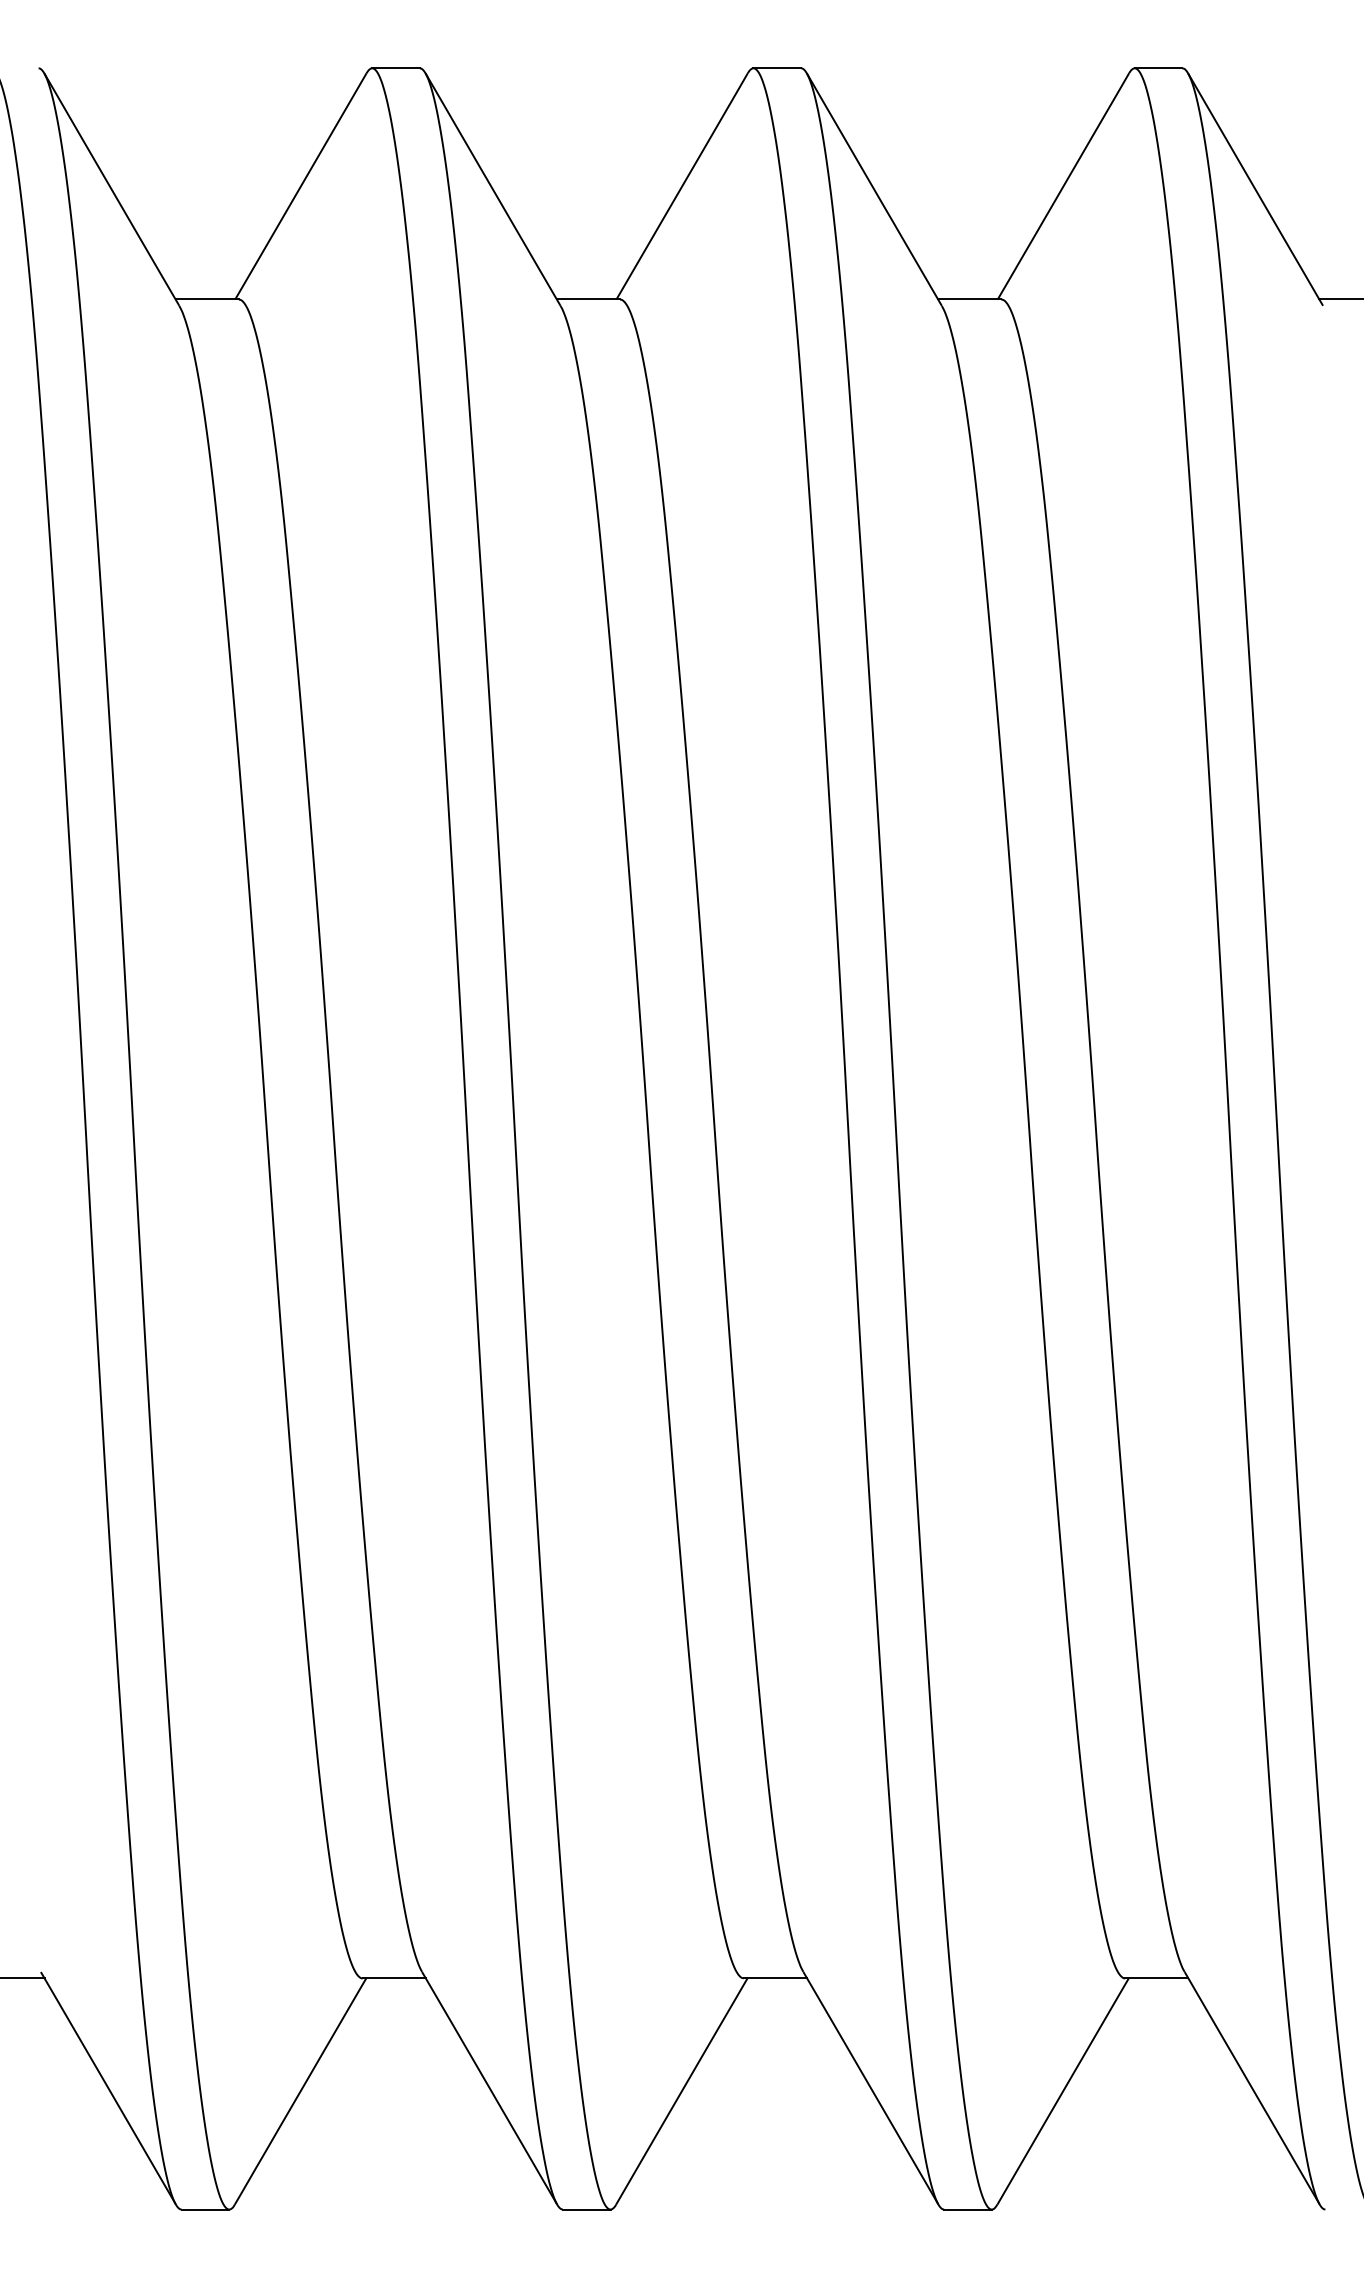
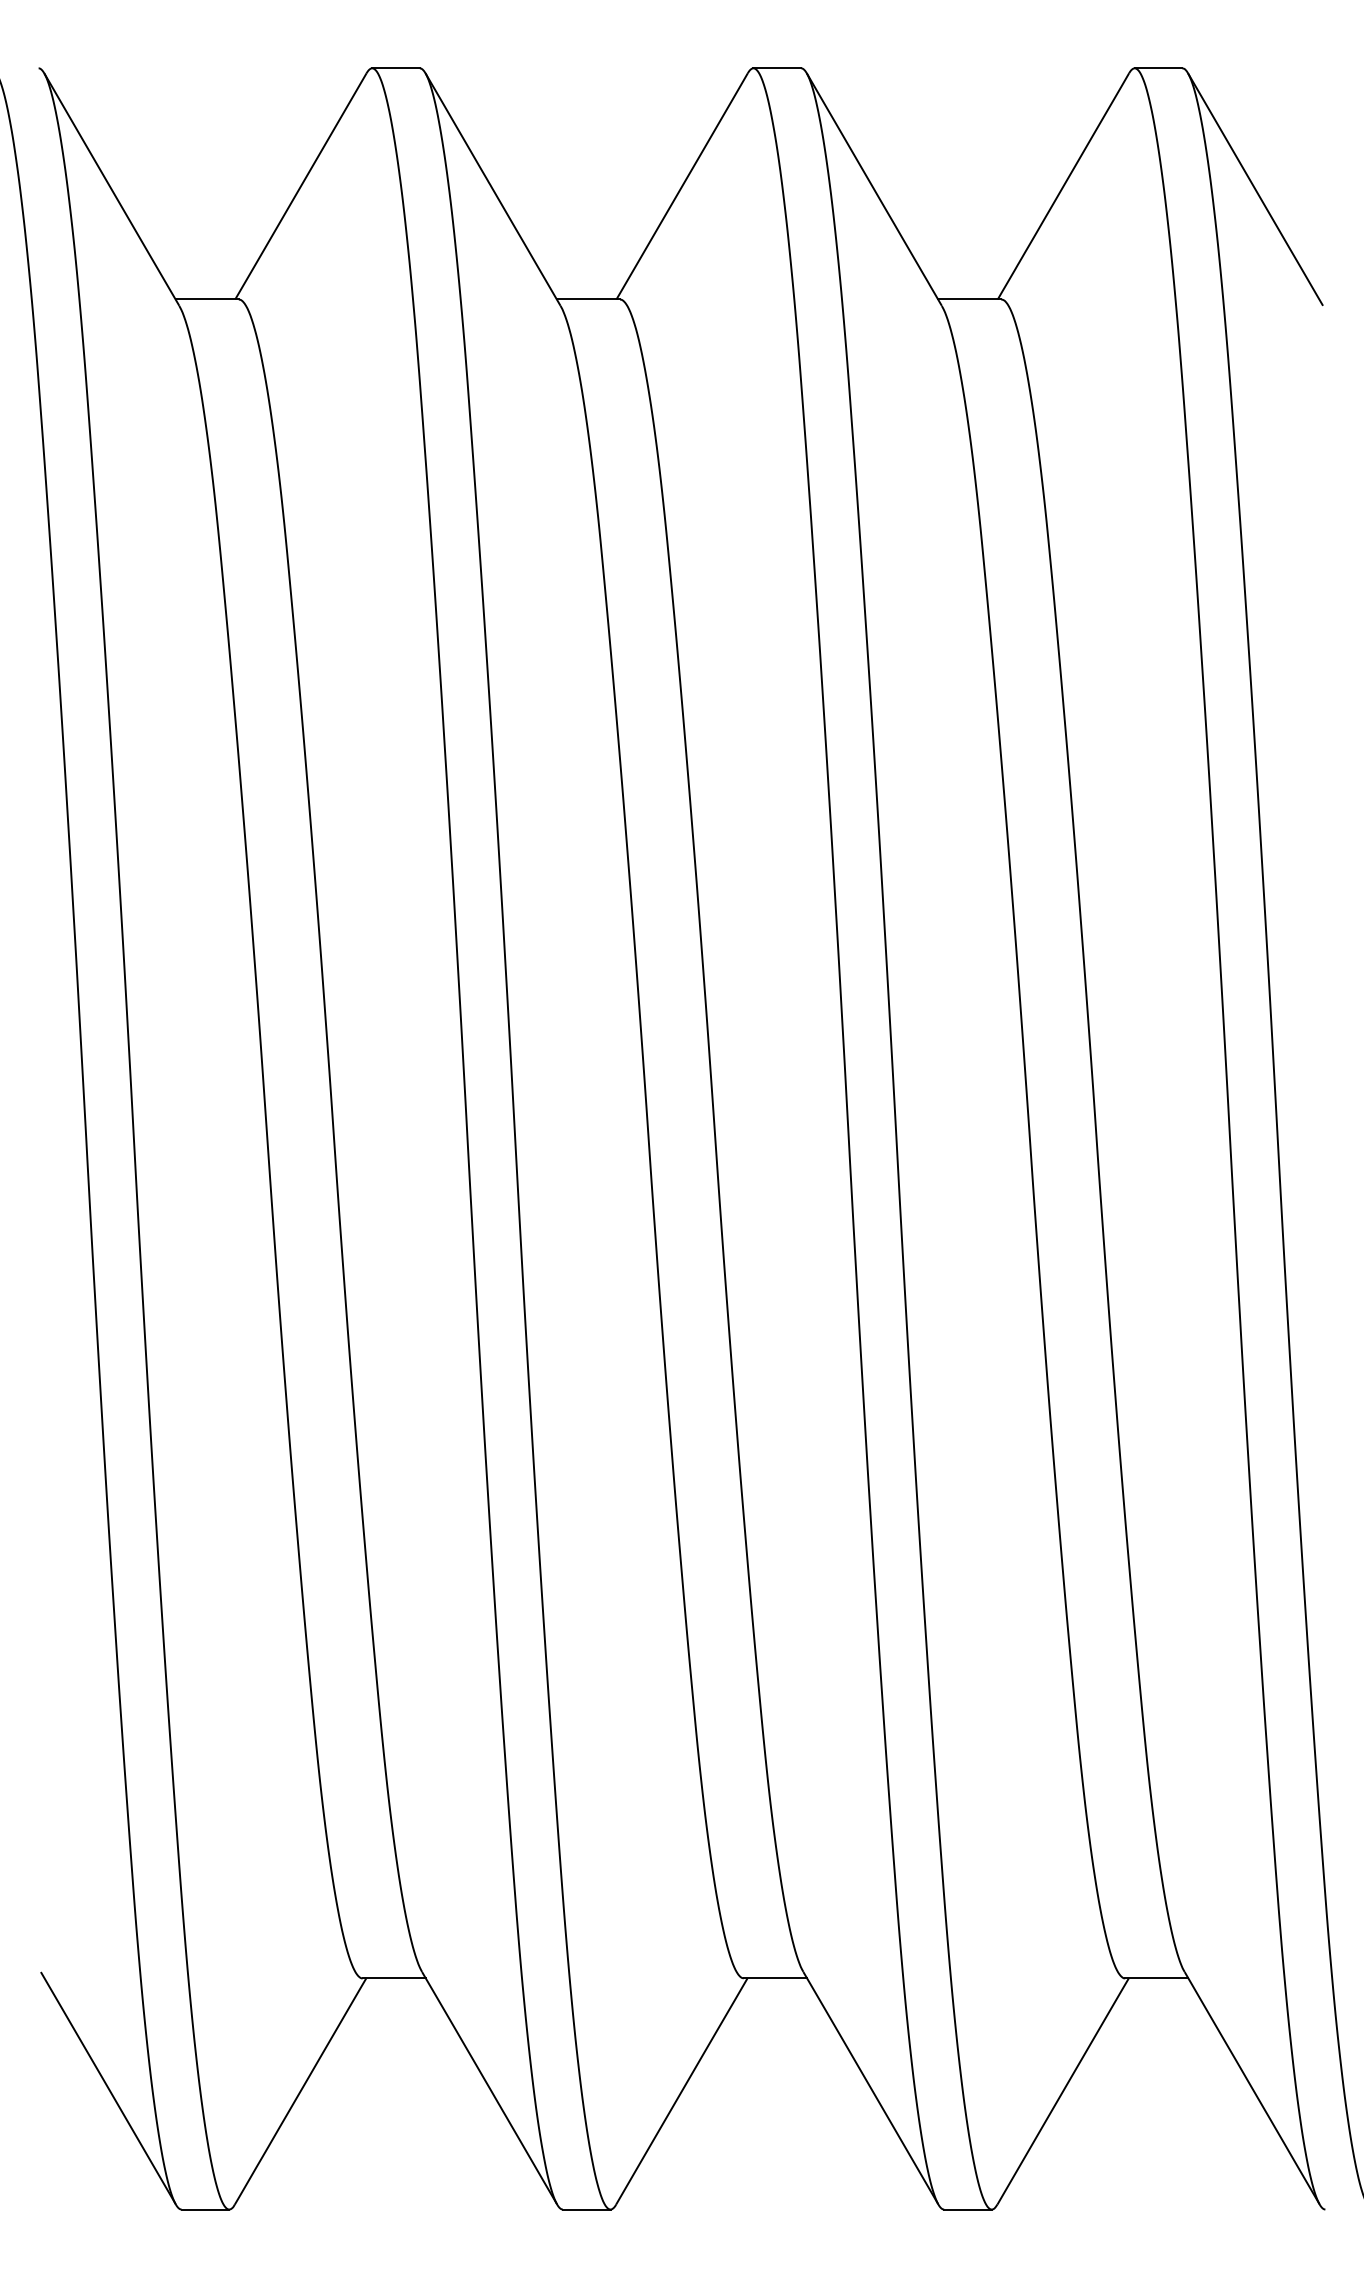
line at (1339, 299): present -> none
line at (23, 1978): present -> none
